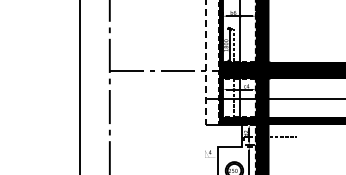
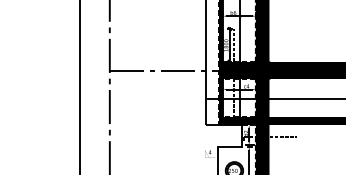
line at (206, 63): dashed -> solid
